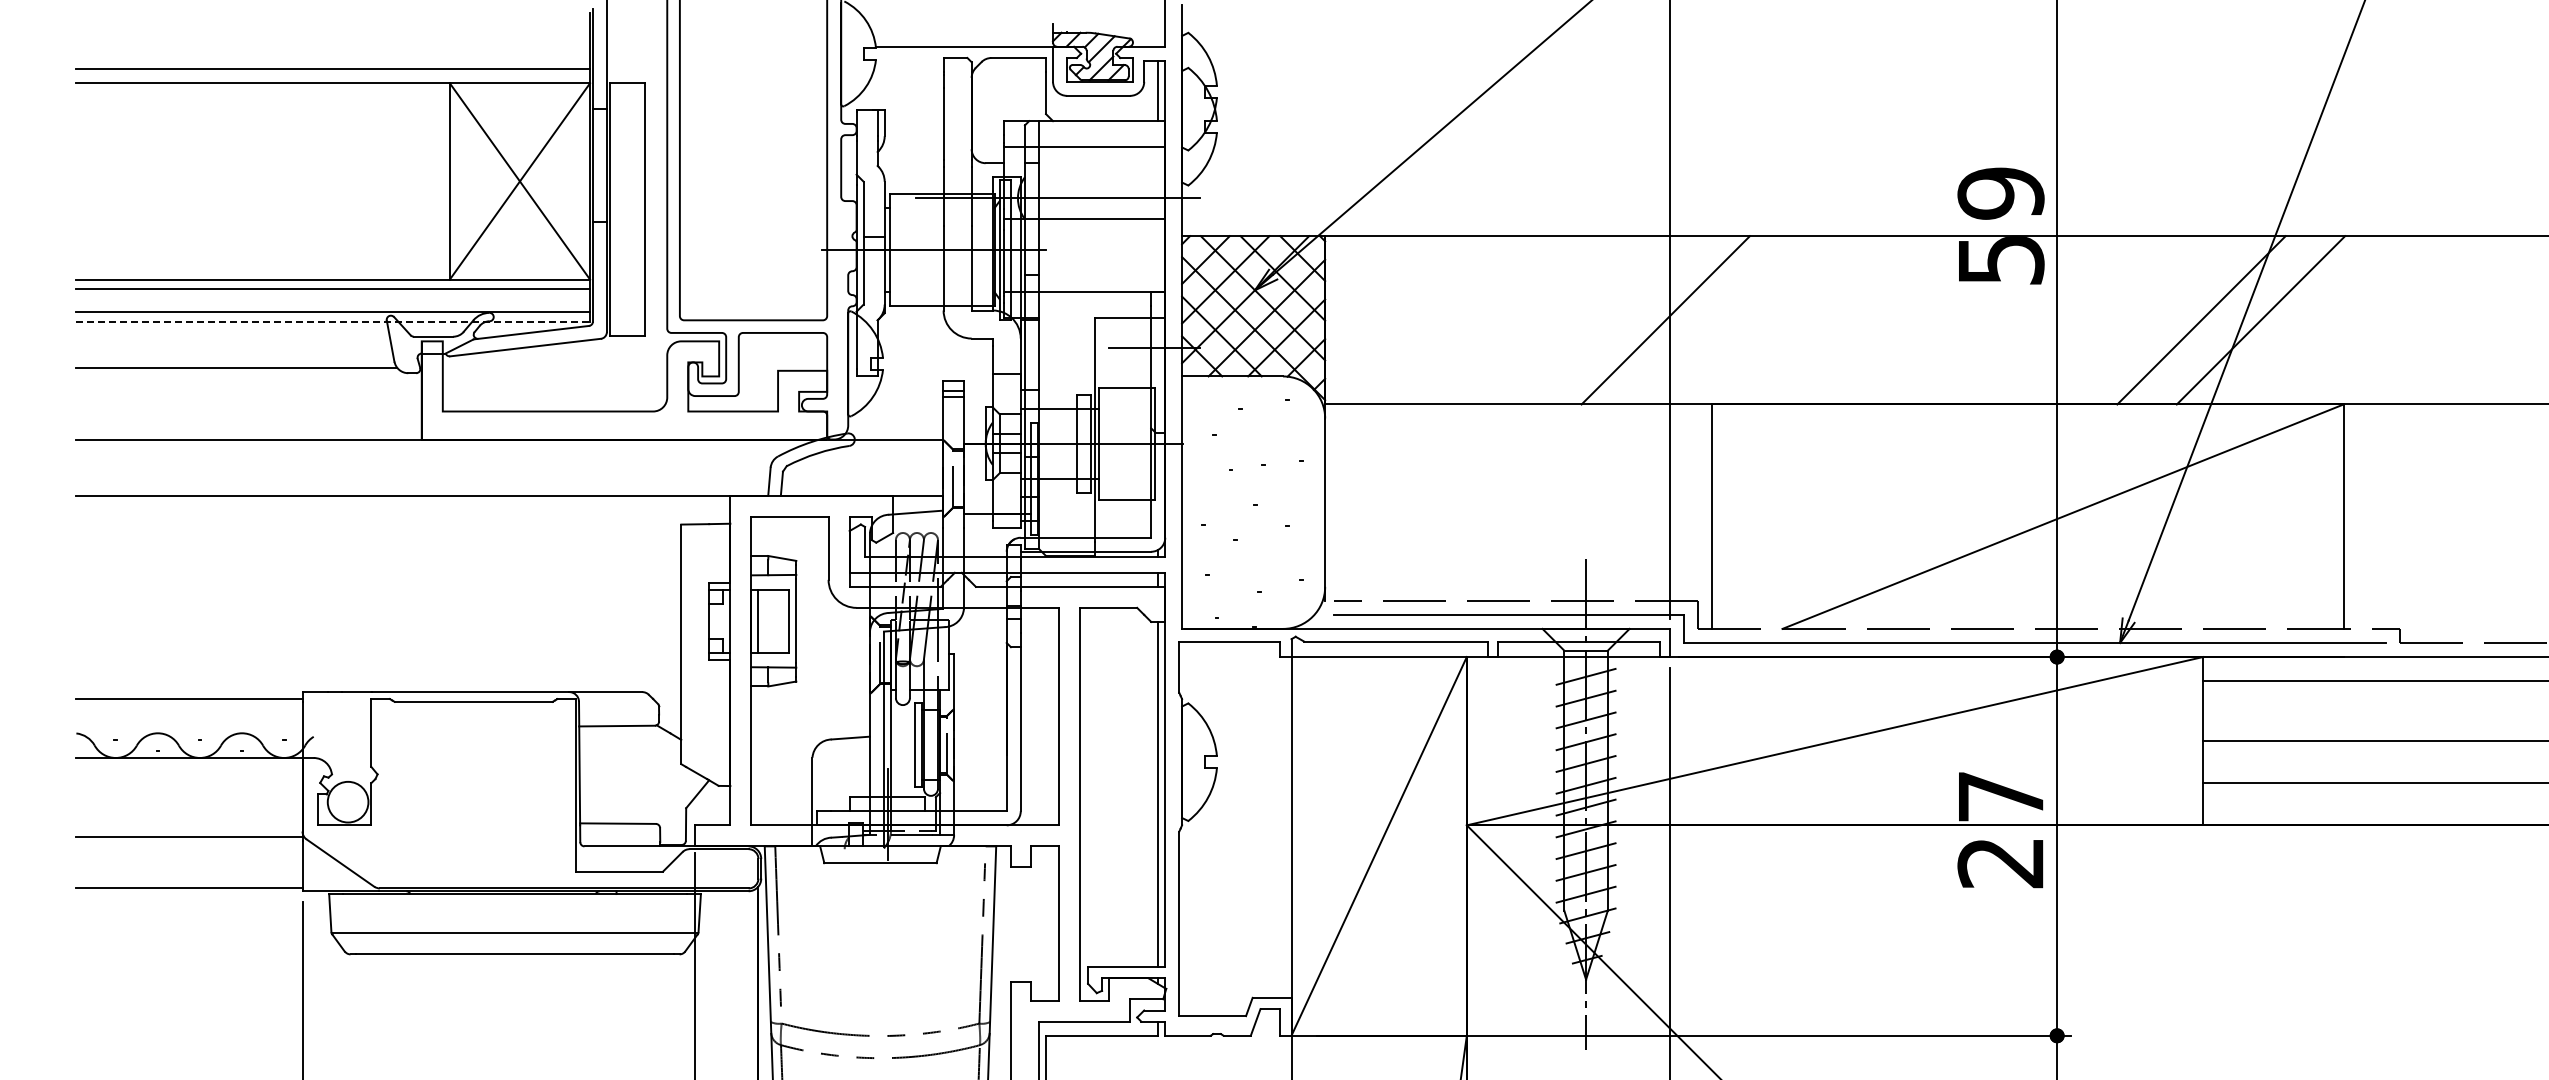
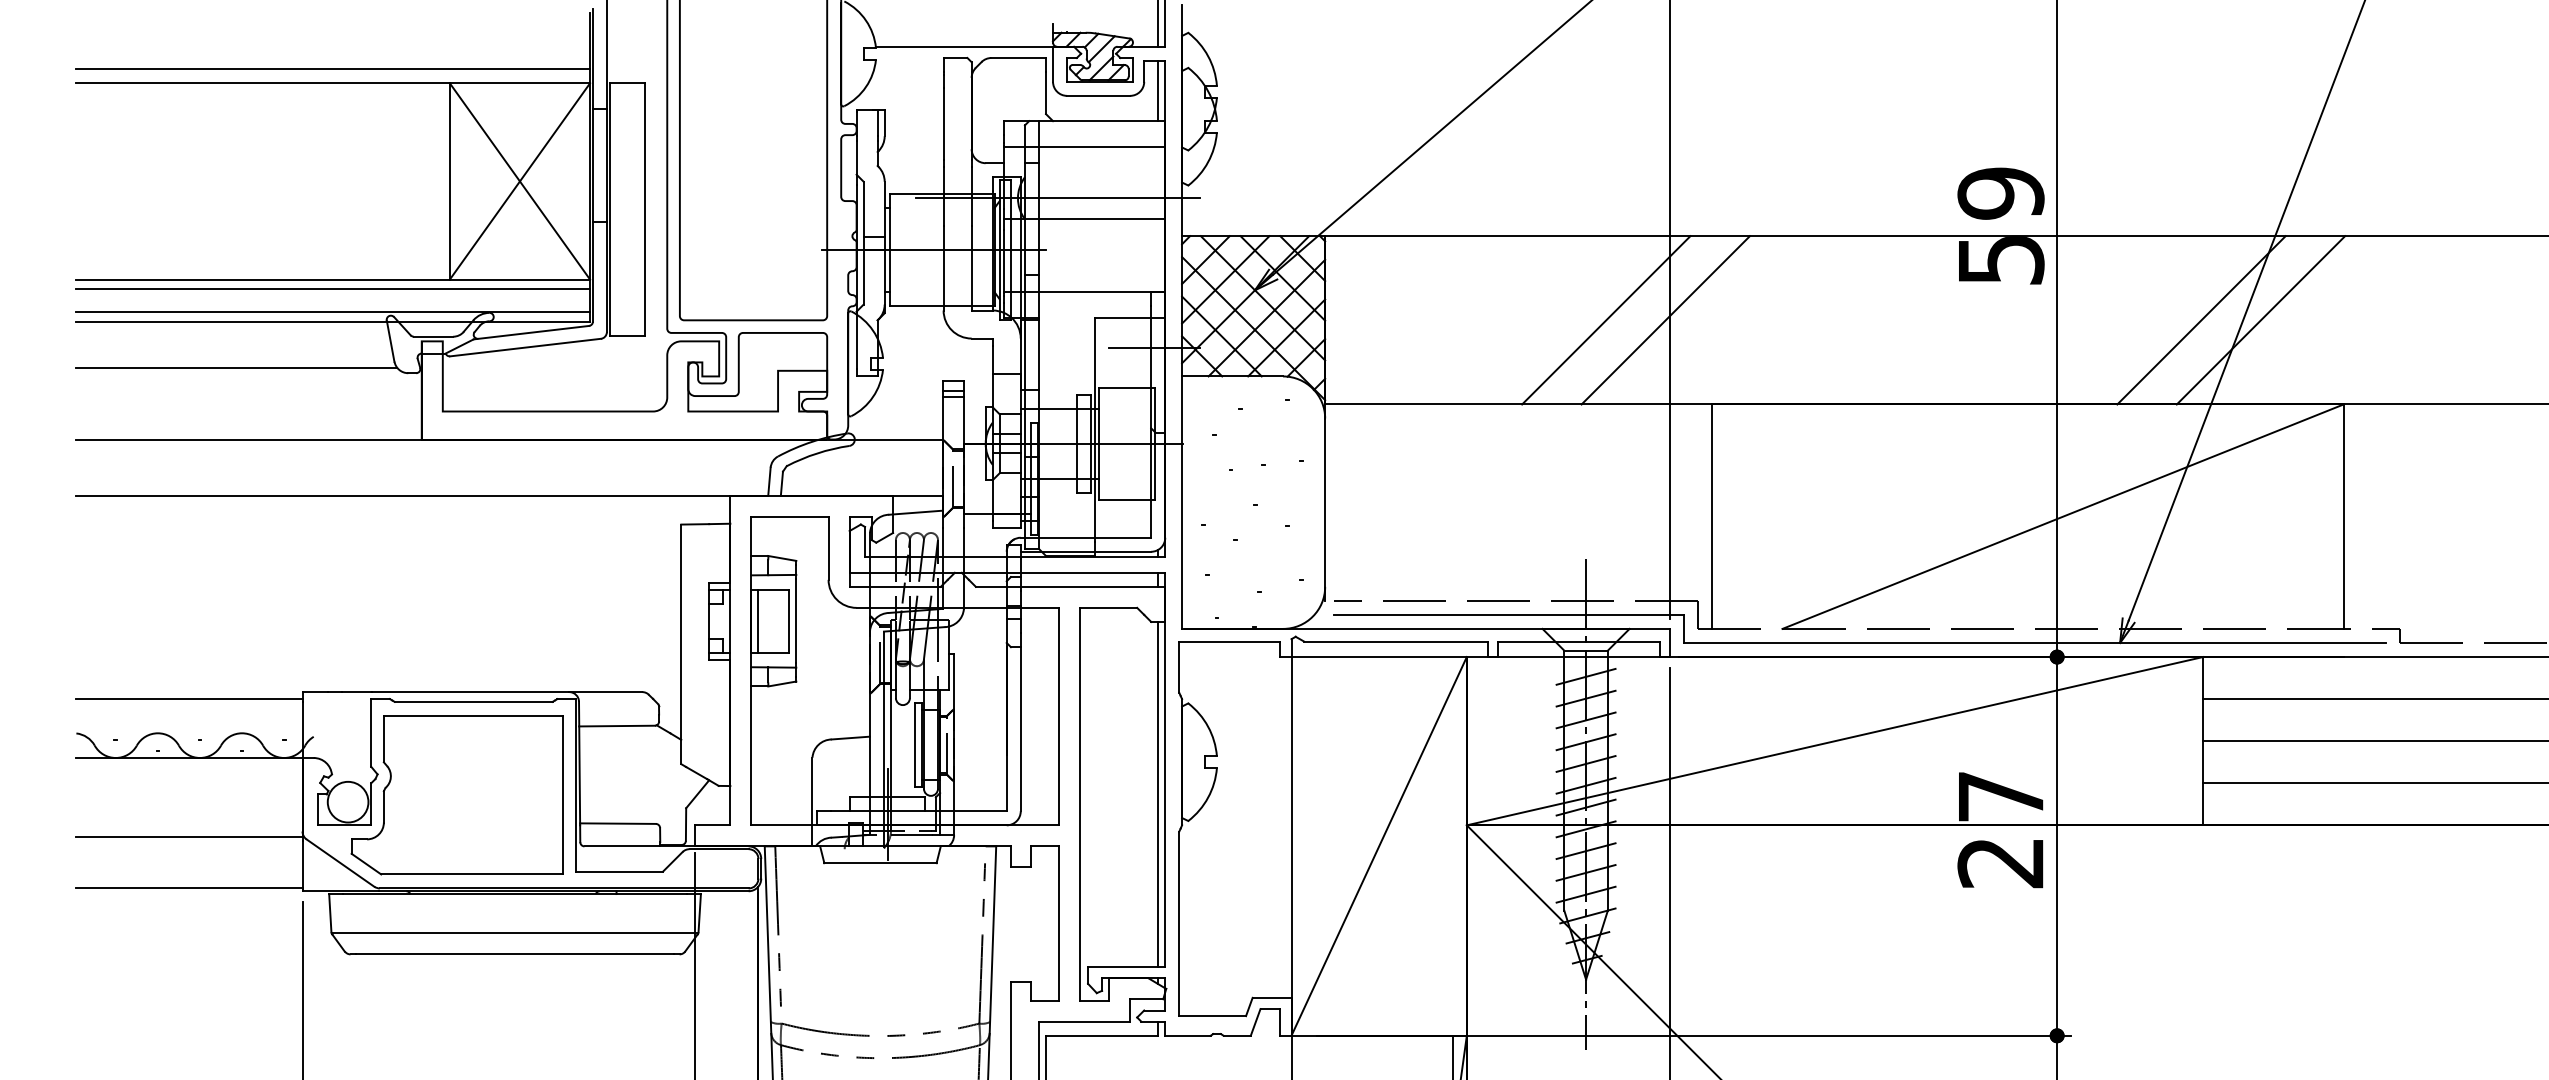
line at (1158, 24): none -> present
line at (1606, 320): none -> present
line at (333, 321): dashed -> solid
line at (2374, 681) position: (2374, 681) -> (2374, 699)
part at (456, 795): none -> present
line at (1452, 1055): none -> present
